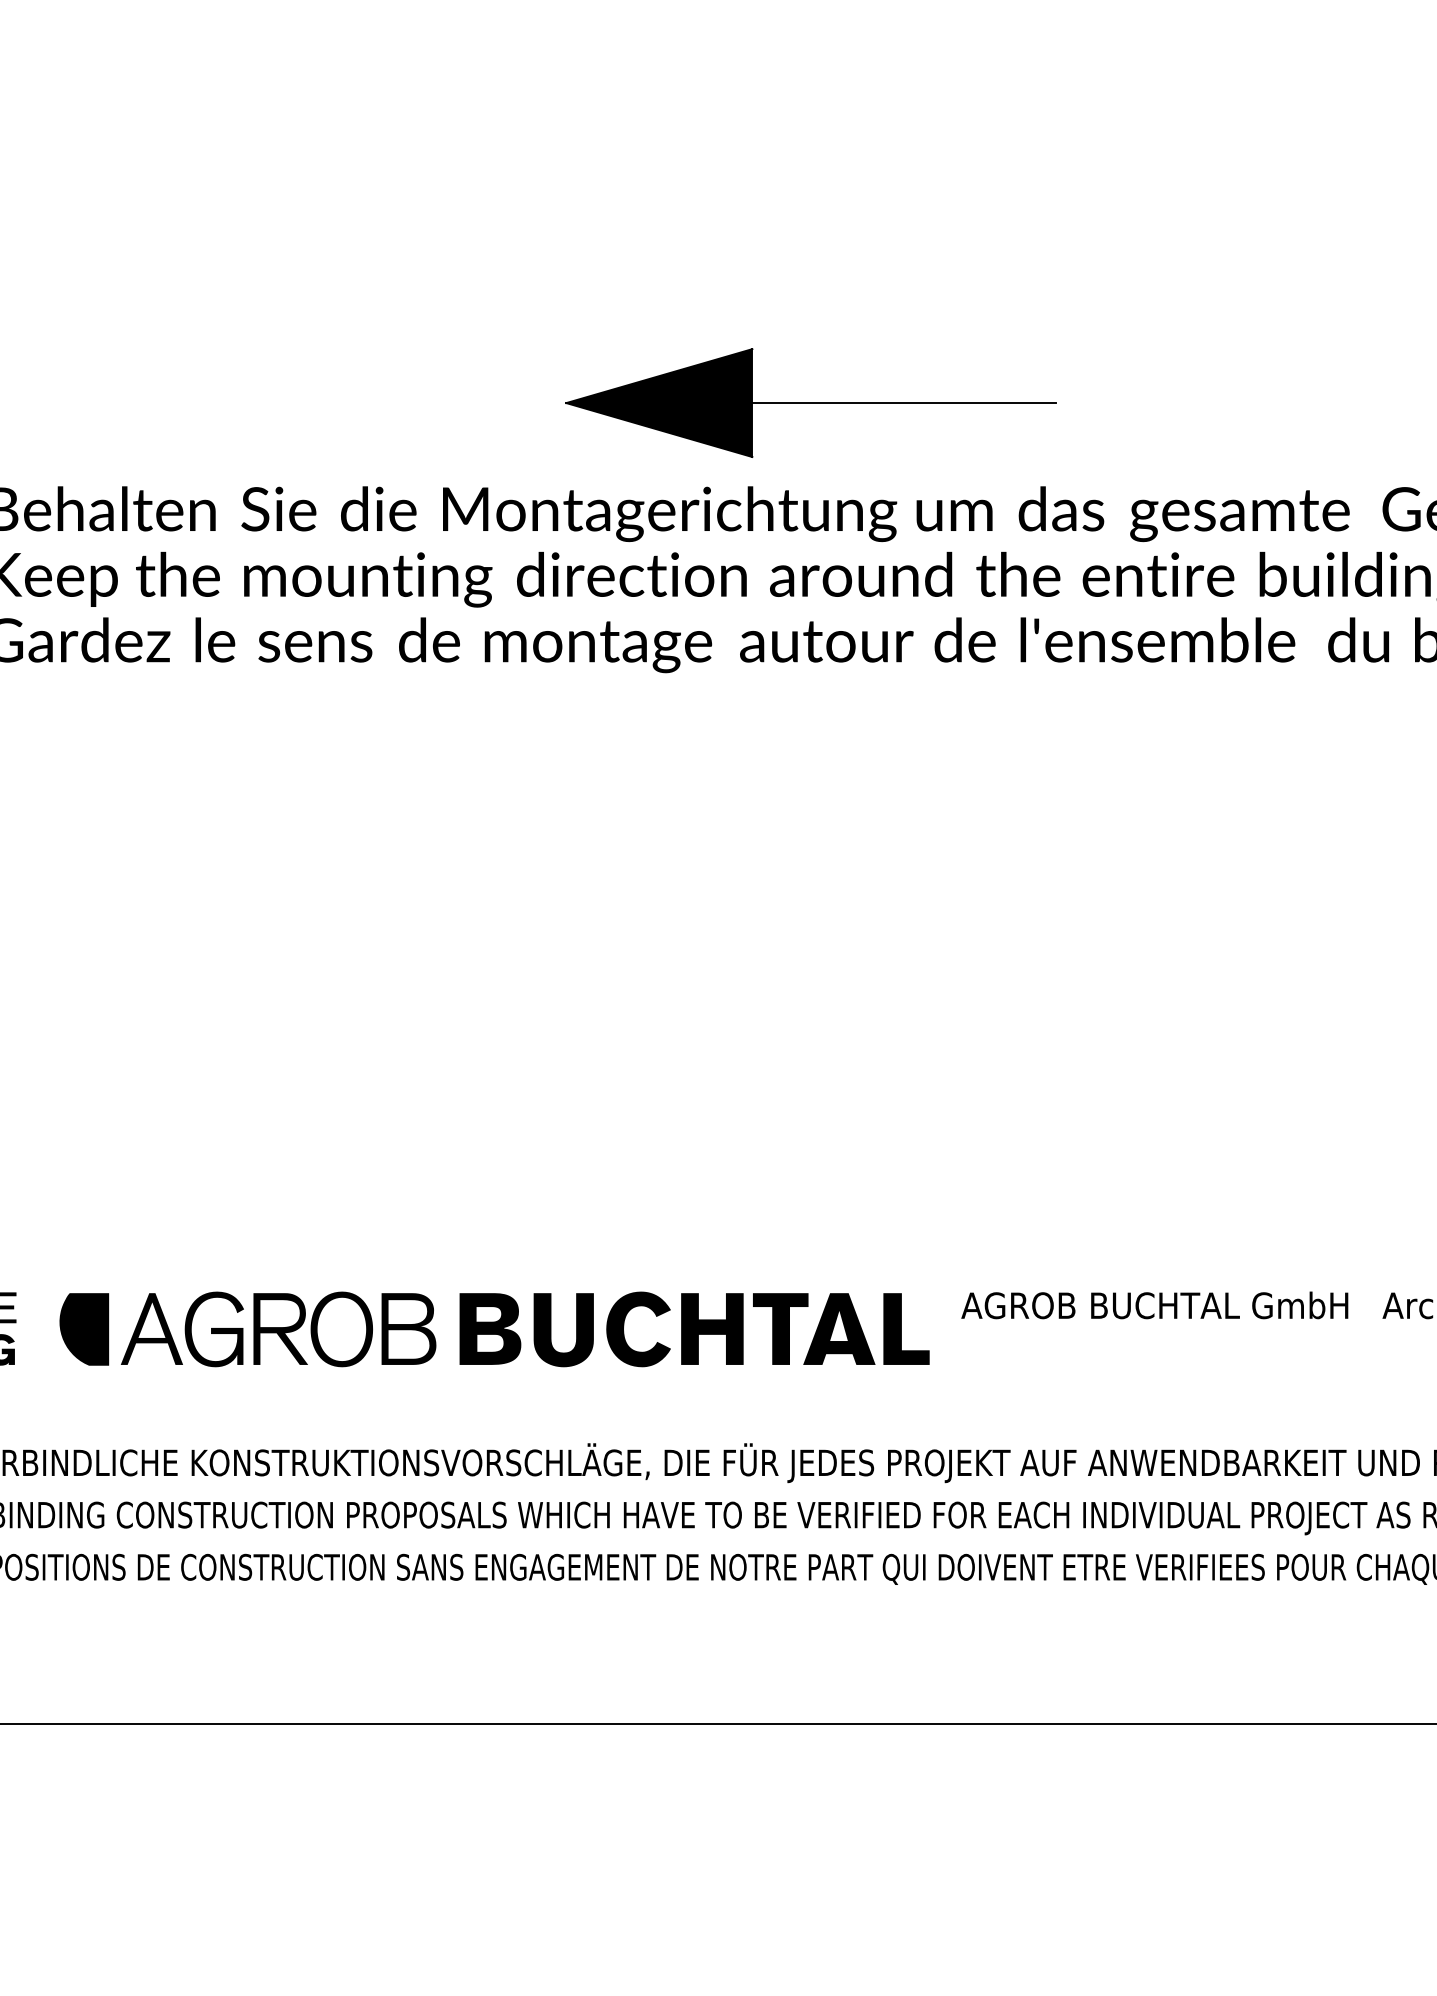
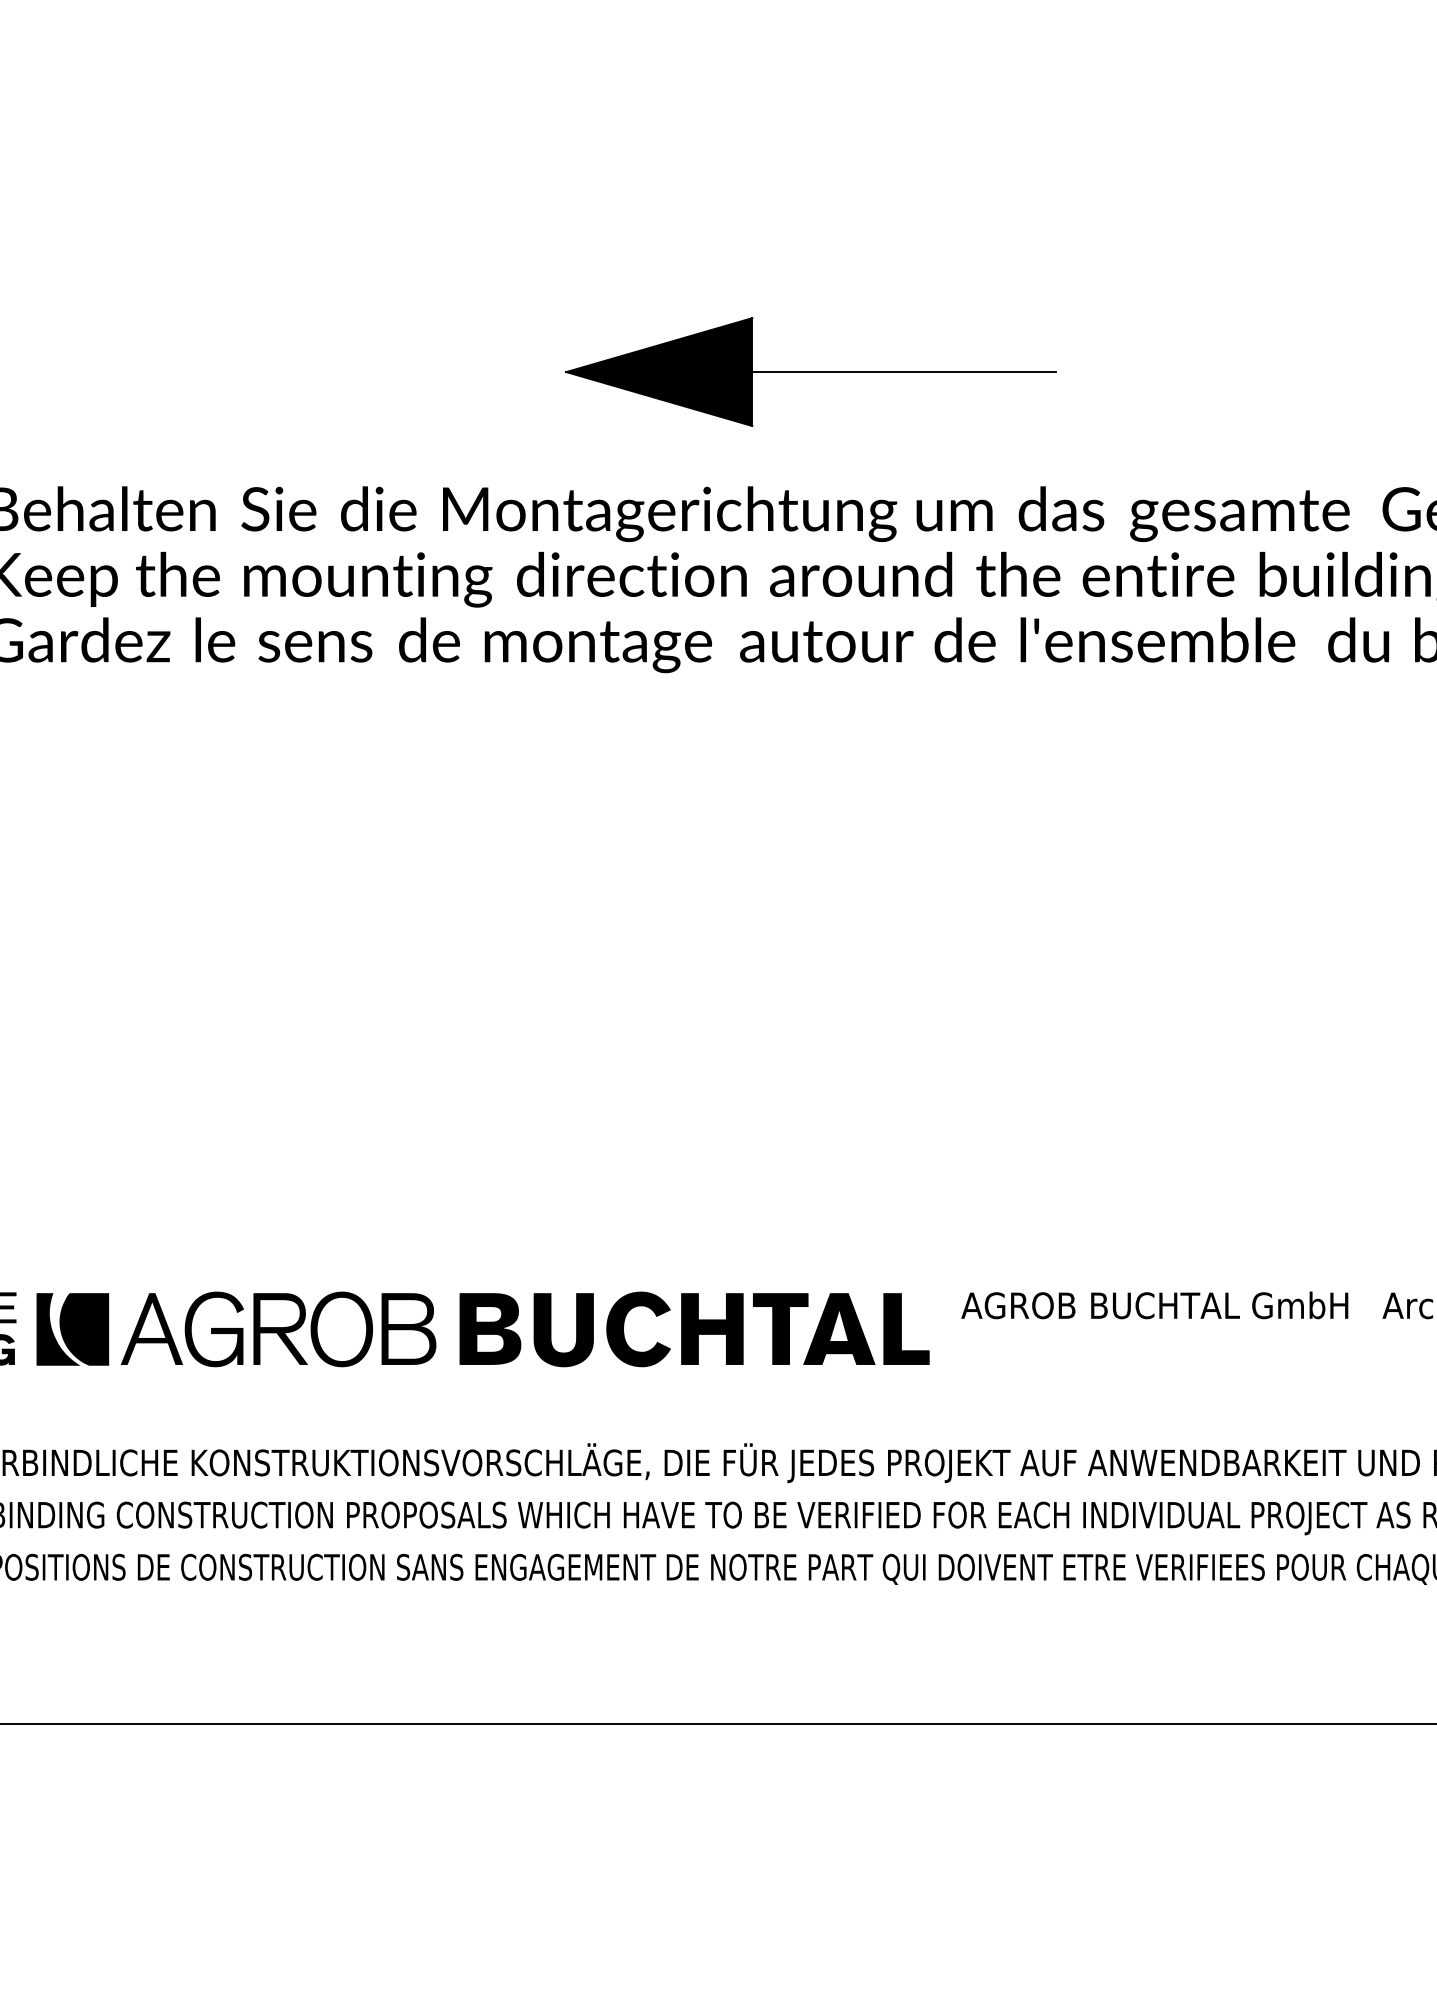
part at (810, 402) position: (810, 402) -> (810, 371)
fill at (58, 1329): none -> present
